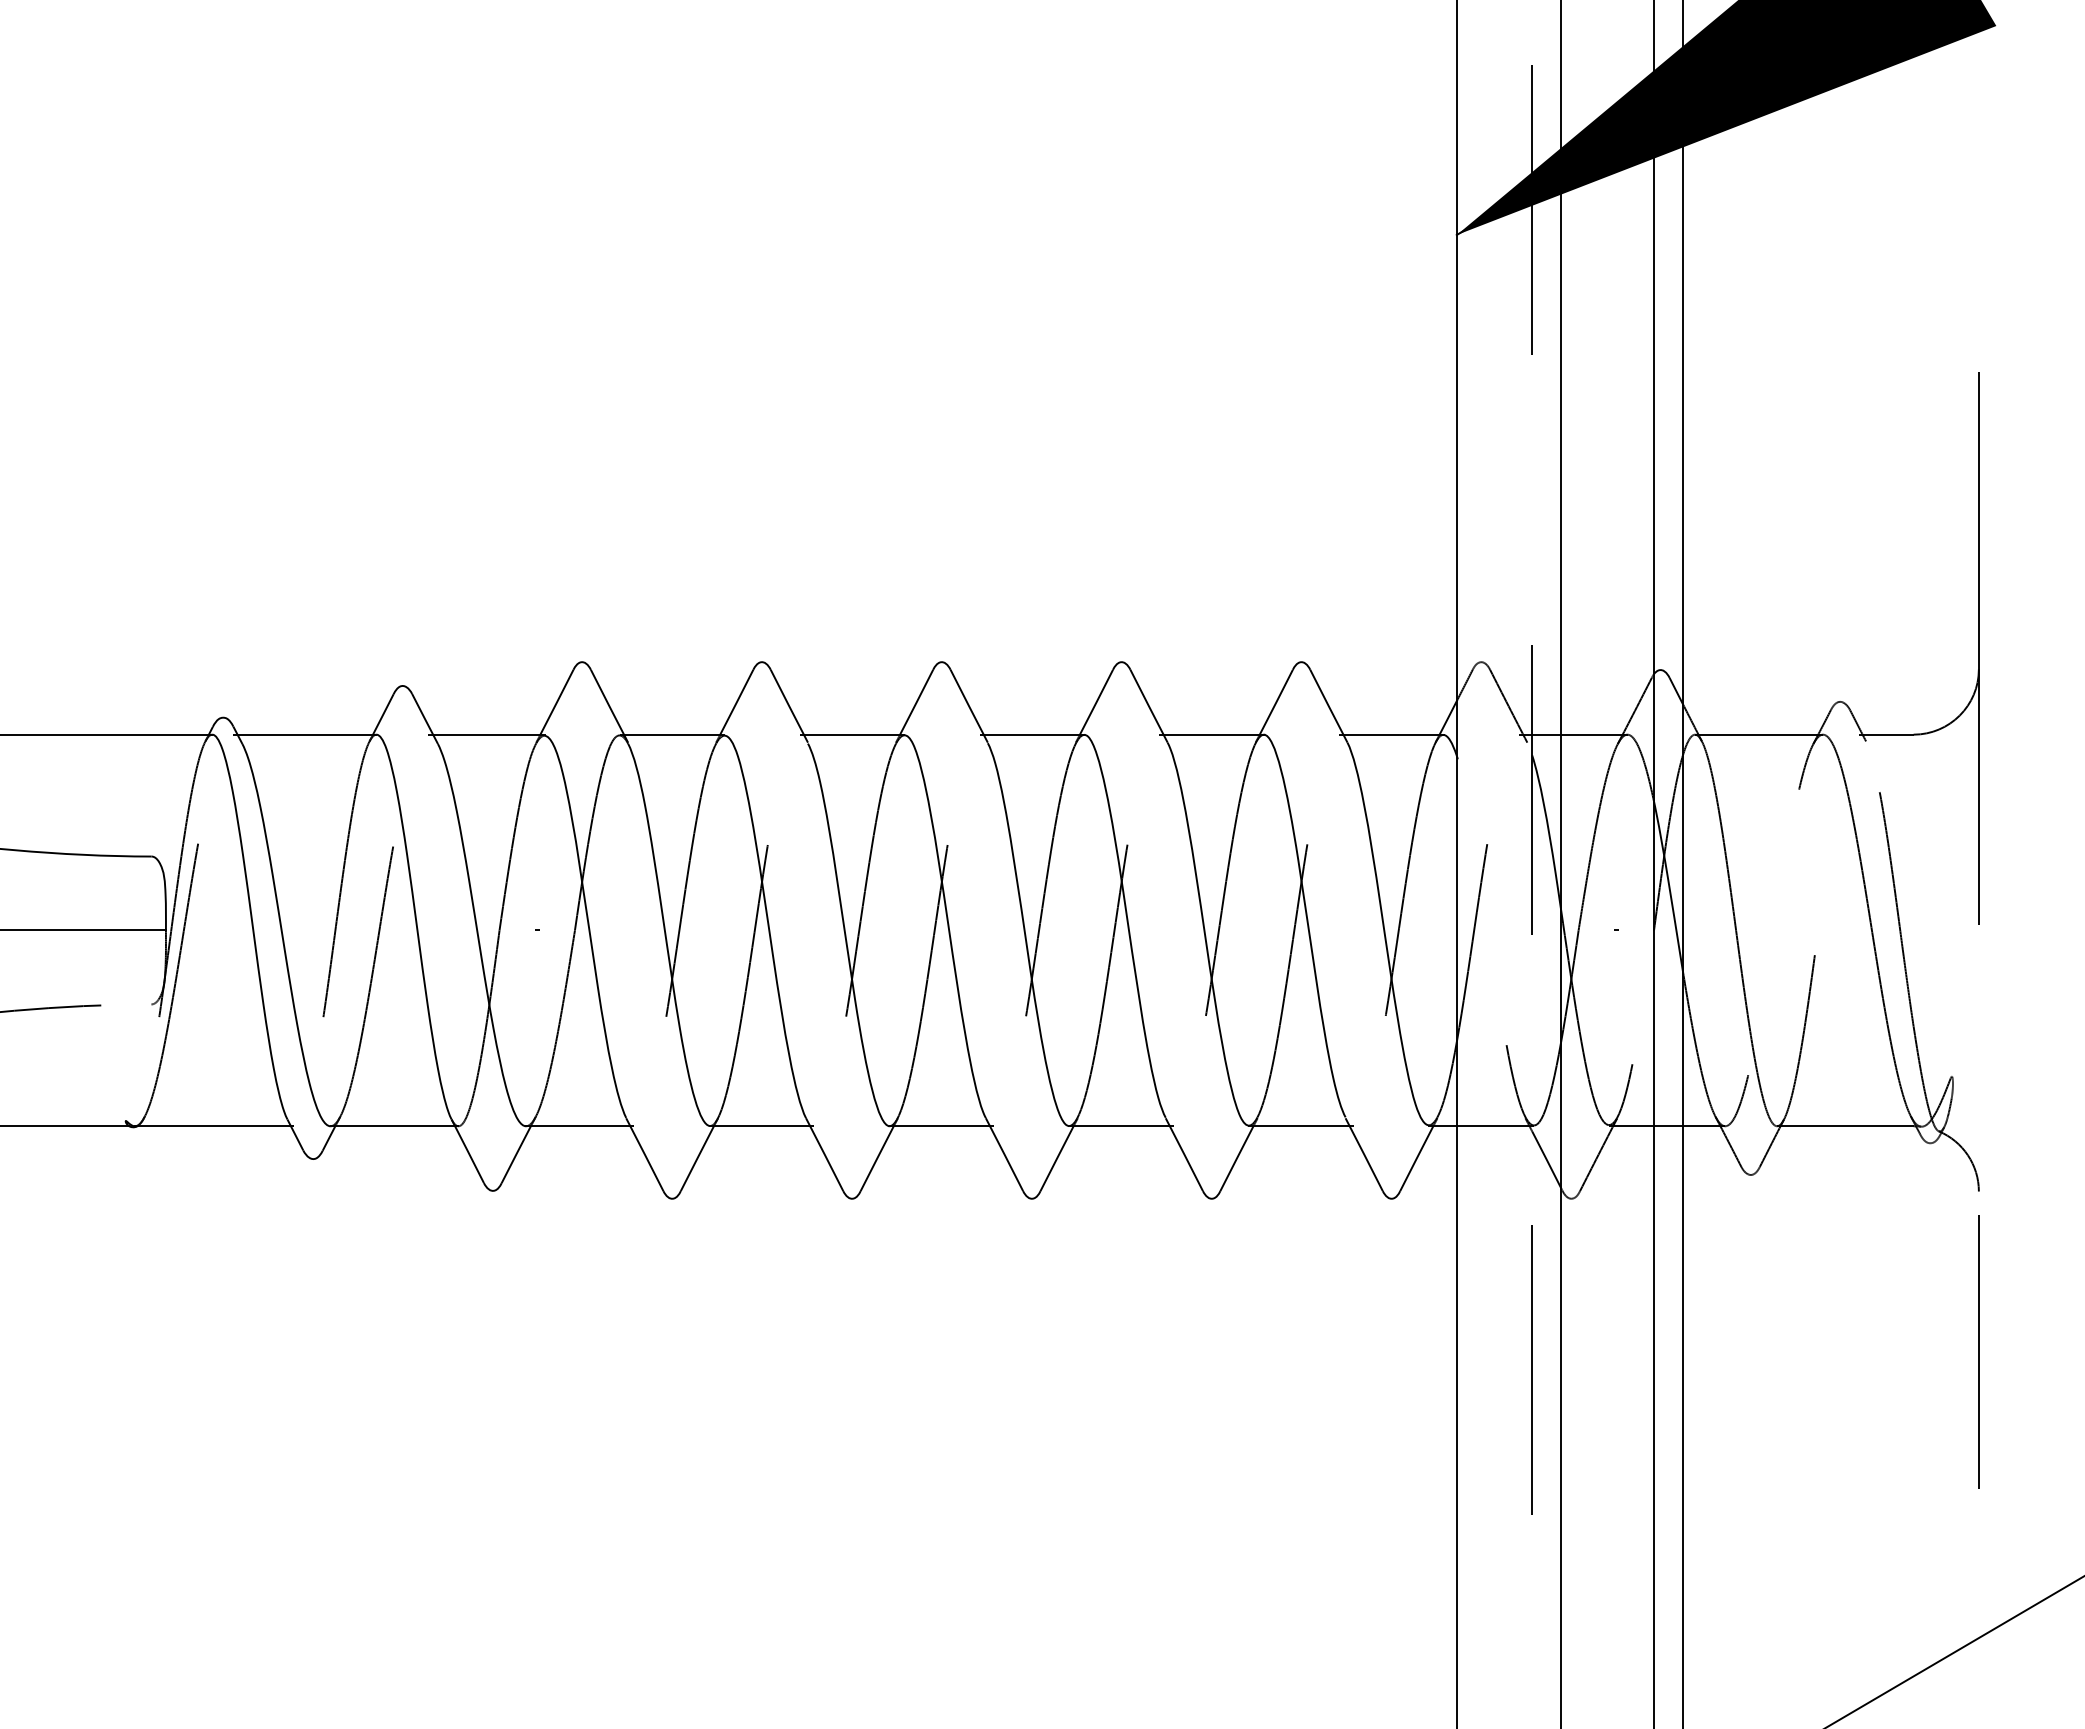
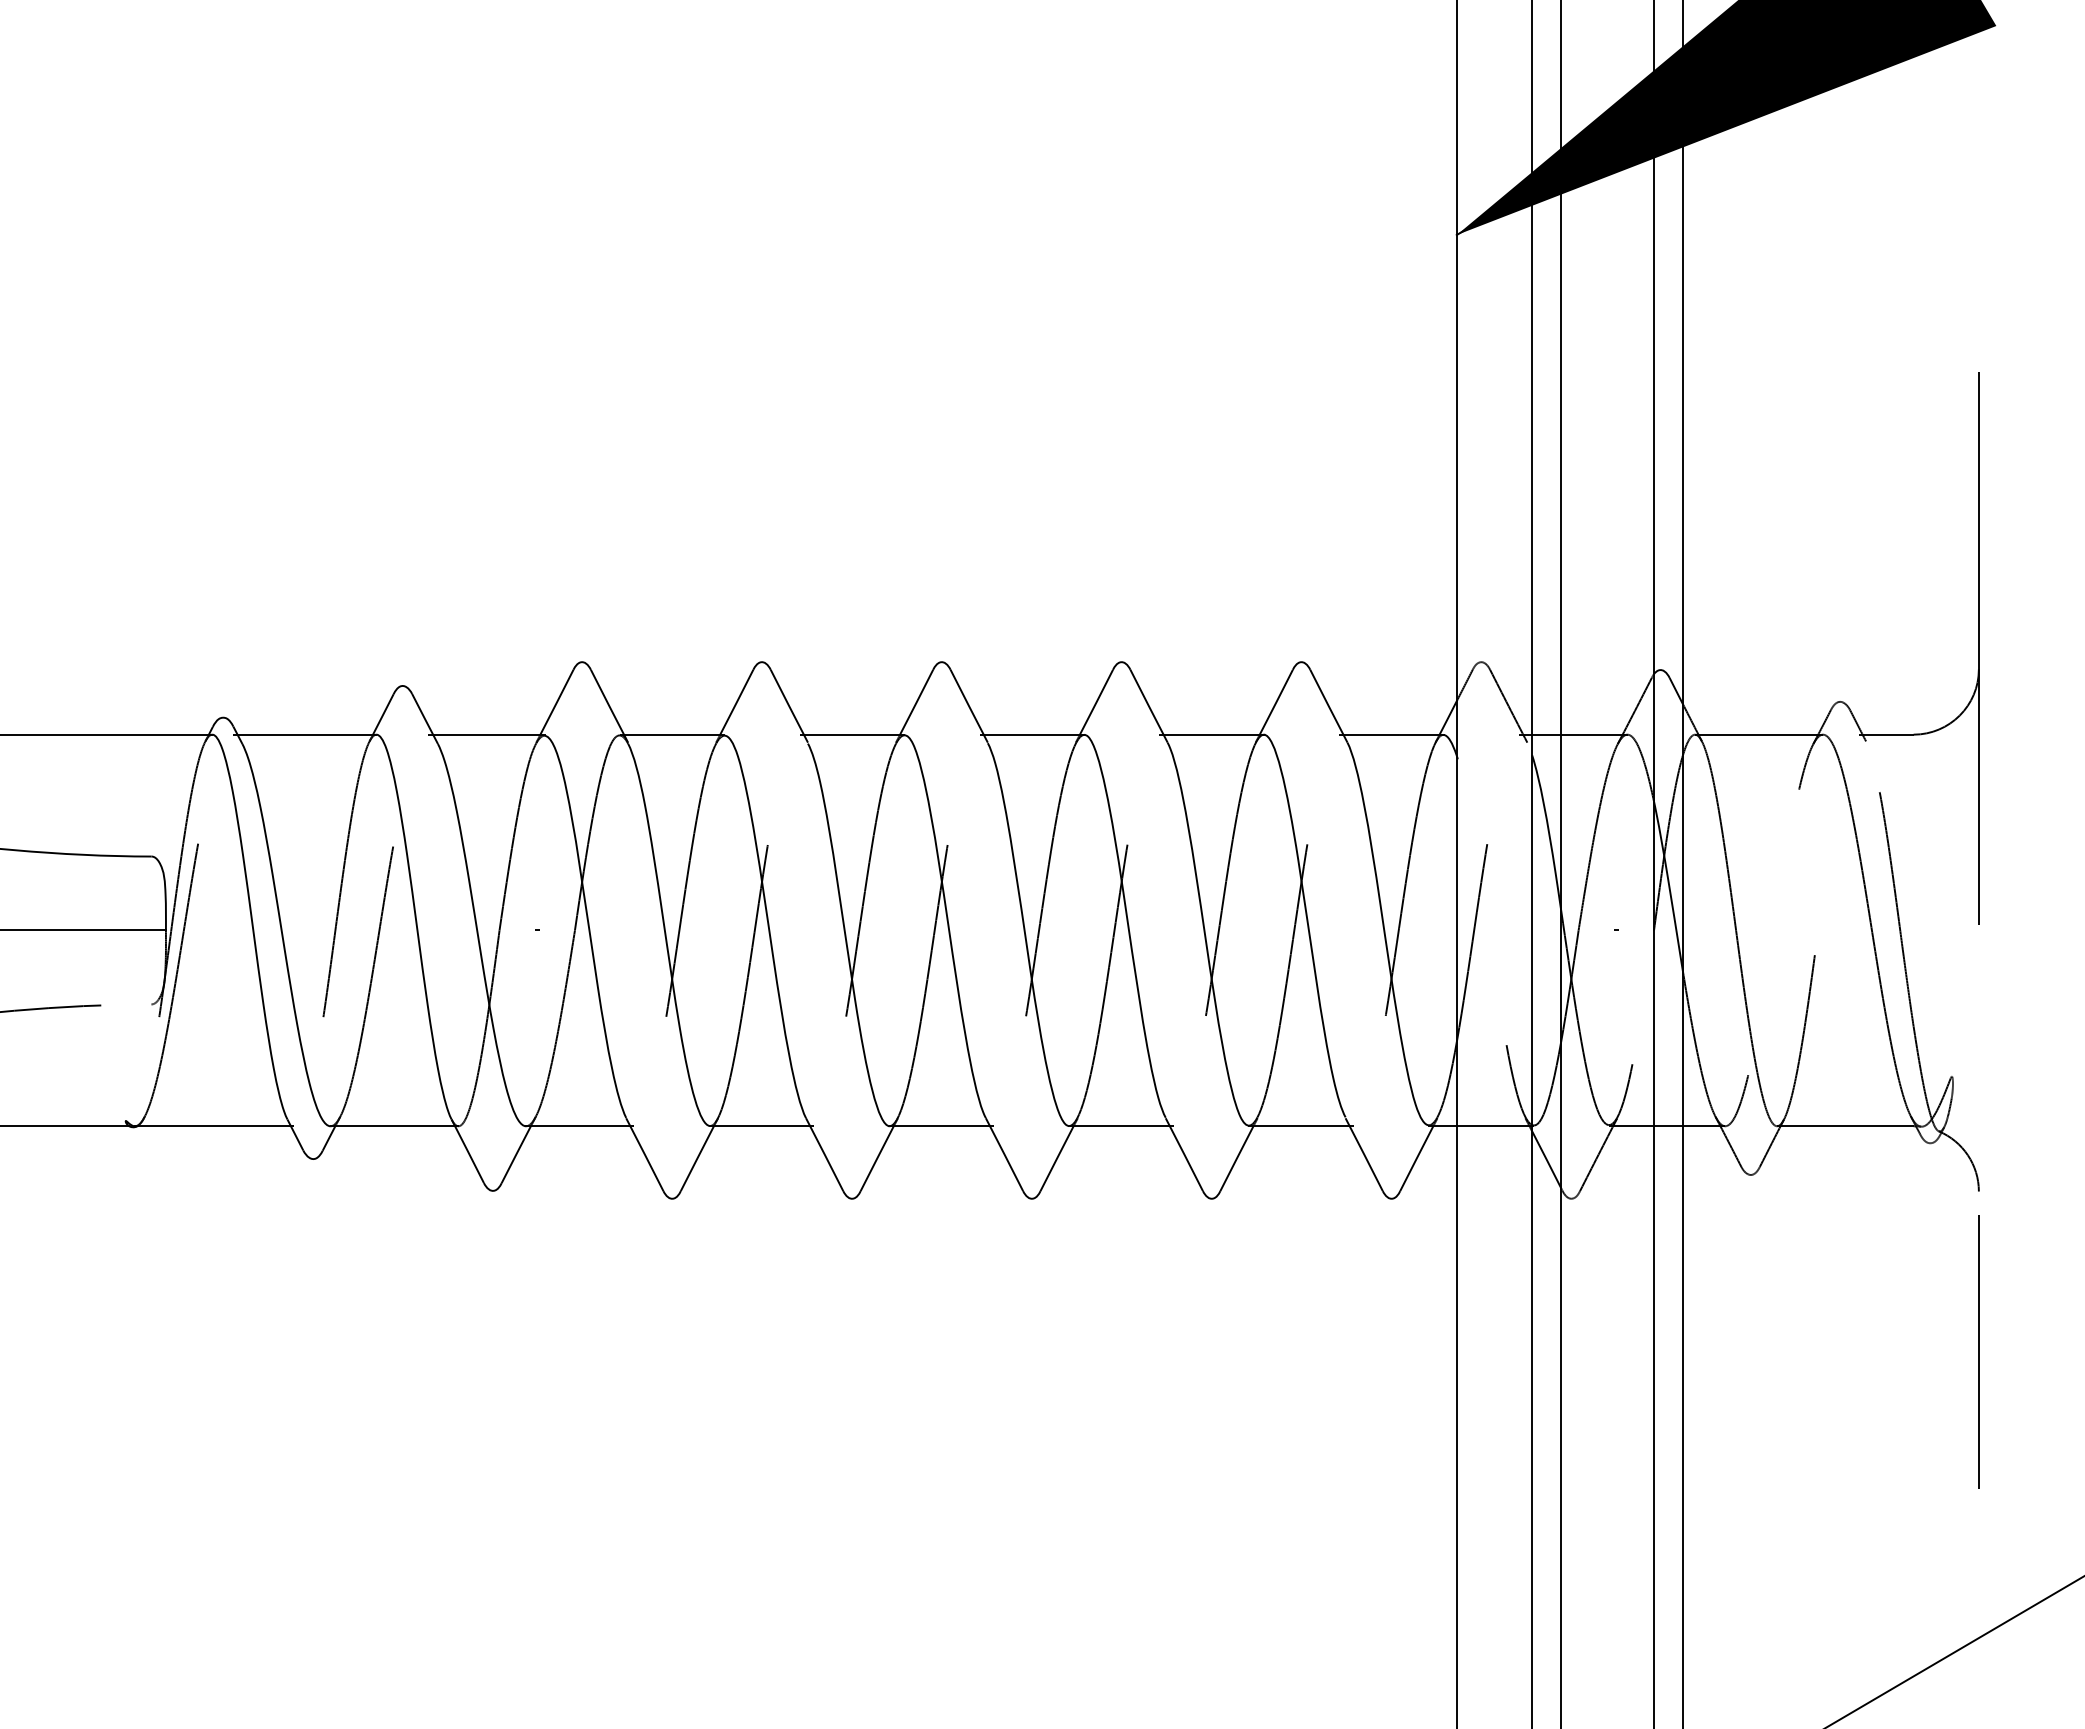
line at (1532, 864): dashed -> solid
